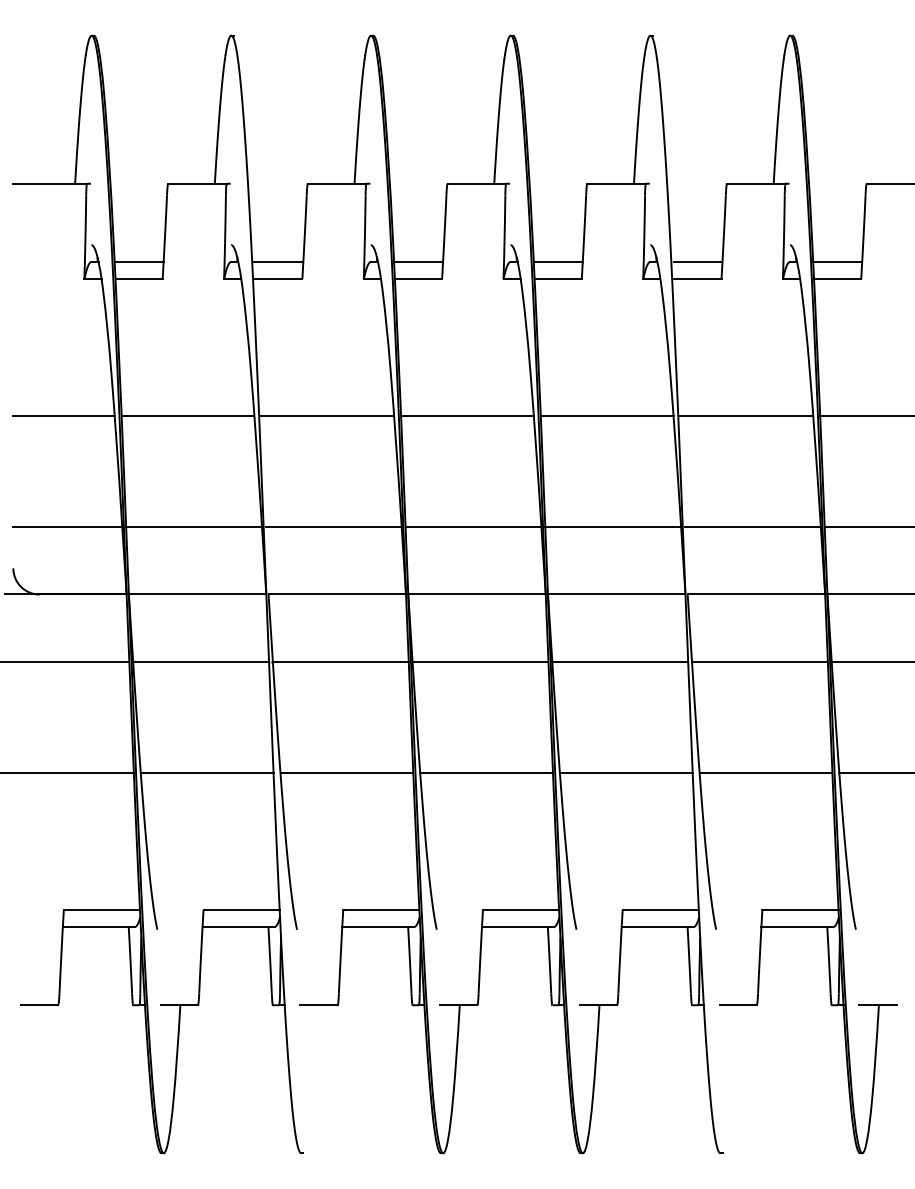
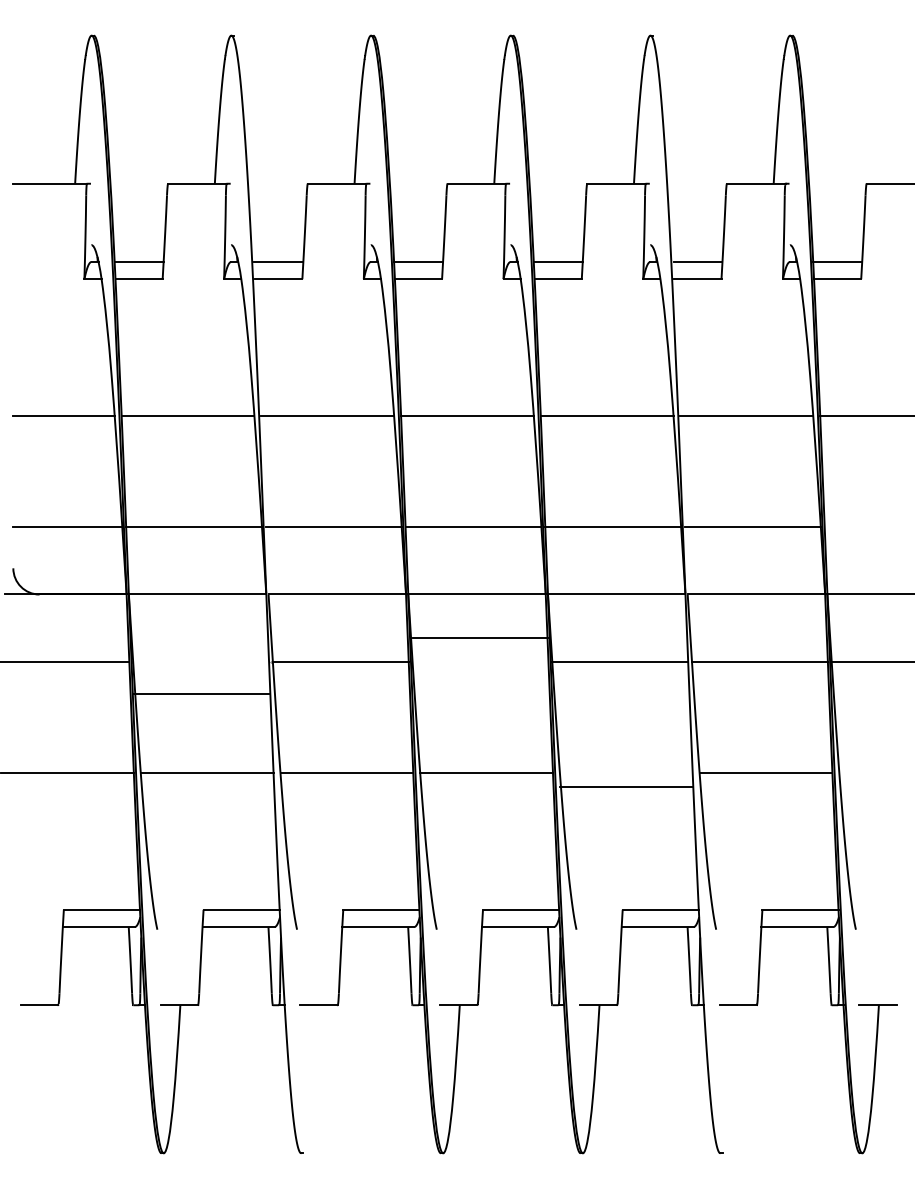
line at (867, 527): present -> none
line at (201, 661) position: (201, 661) -> (201, 693)
line at (480, 661) position: (480, 661) -> (480, 637)
line at (625, 773) position: (625, 773) -> (625, 787)
line at (875, 773): present -> none
